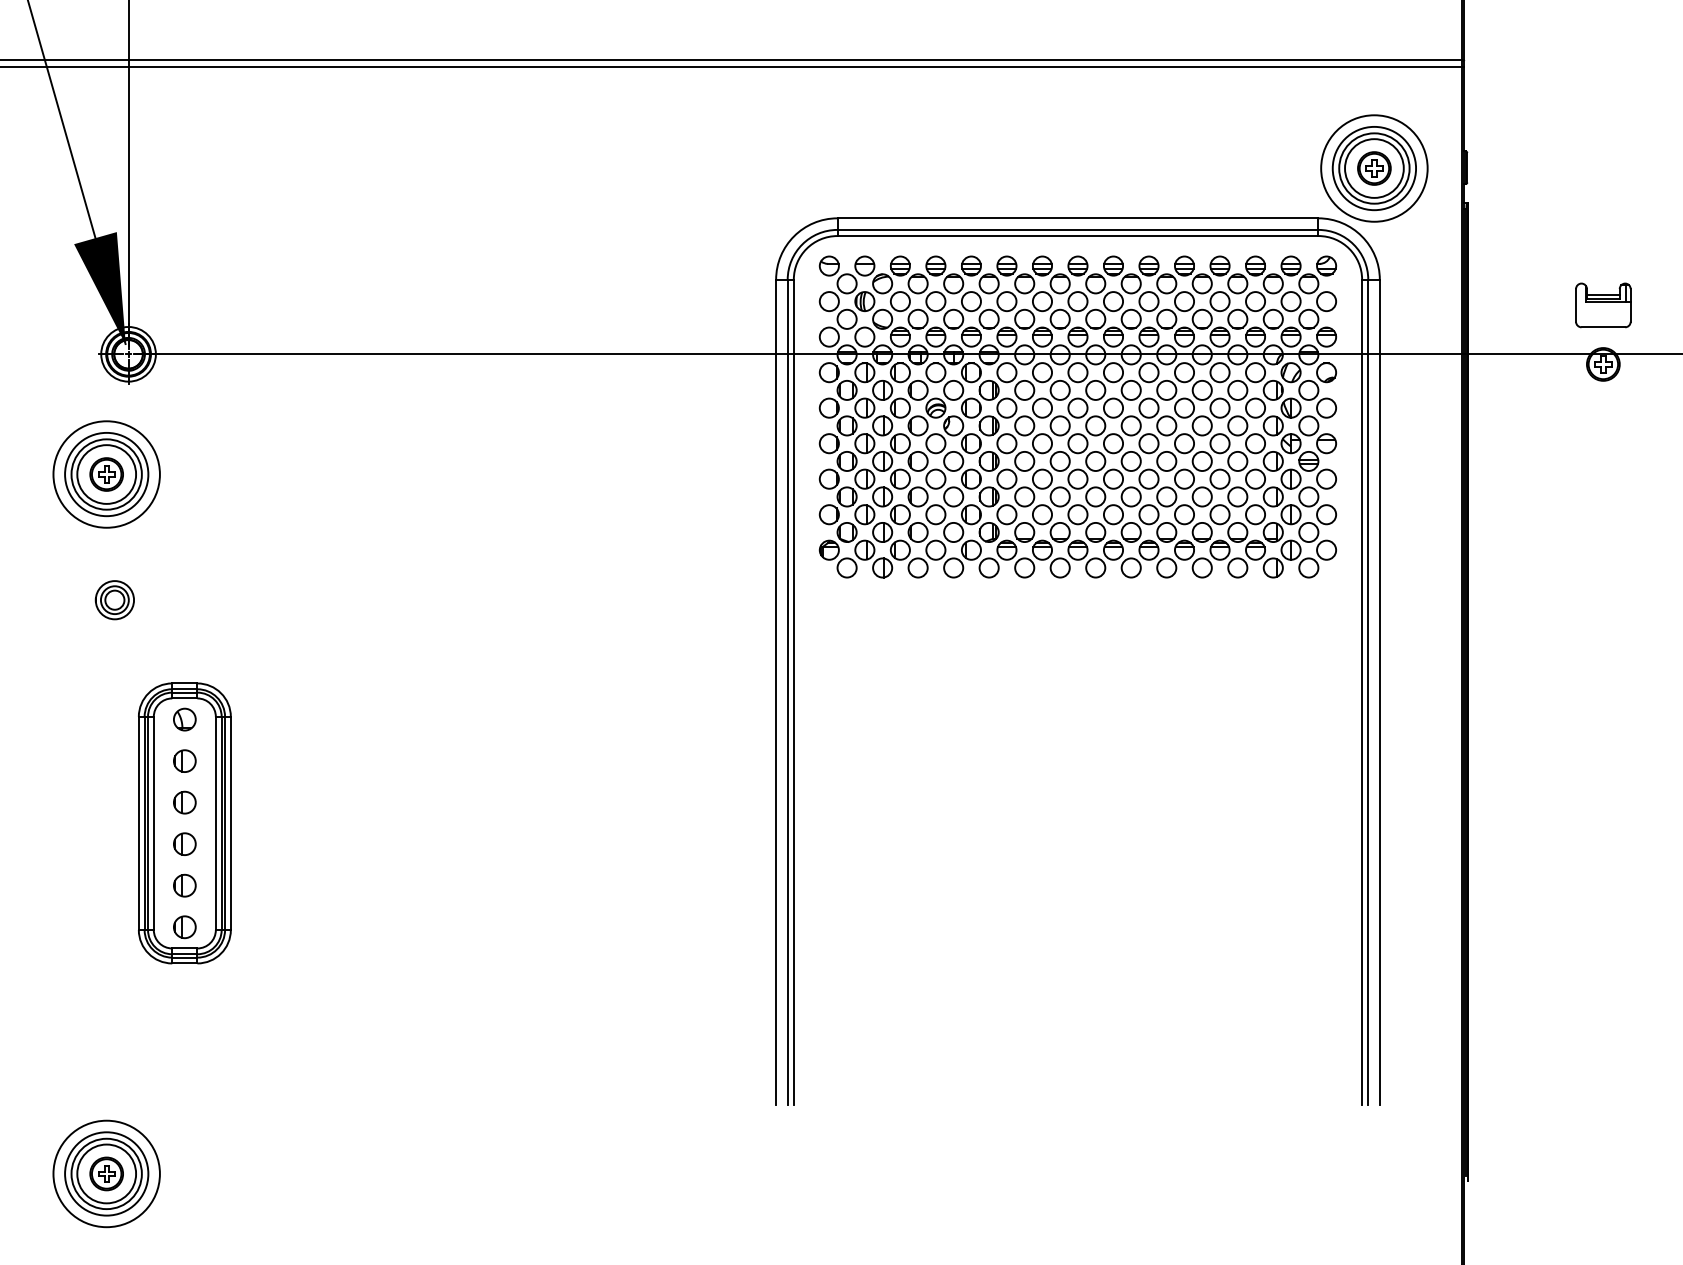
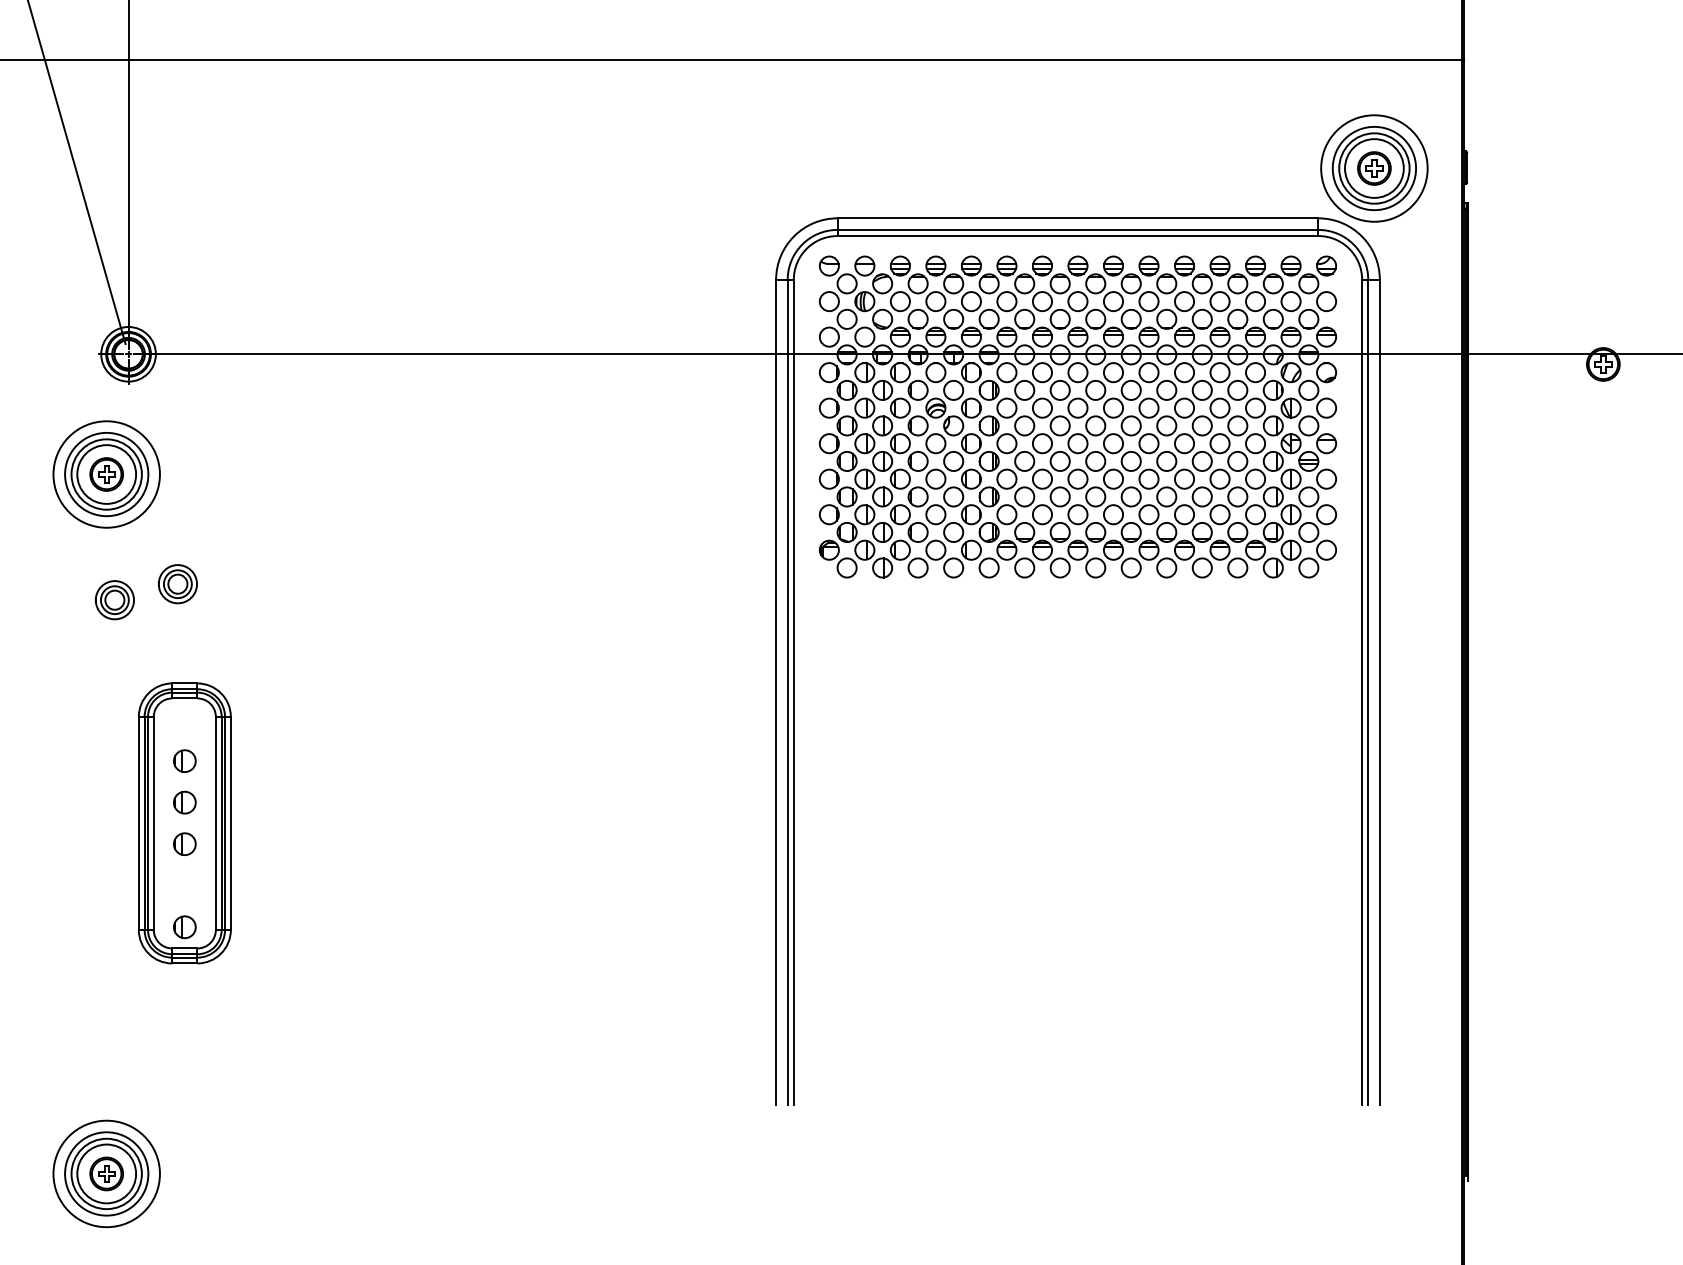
line at (733, 67): present -> none
fill at (99, 288): present -> none
part at (1603, 305): present -> none
part at (177, 584): none -> present
part at (184, 719): present -> none
part at (184, 885): present -> none
